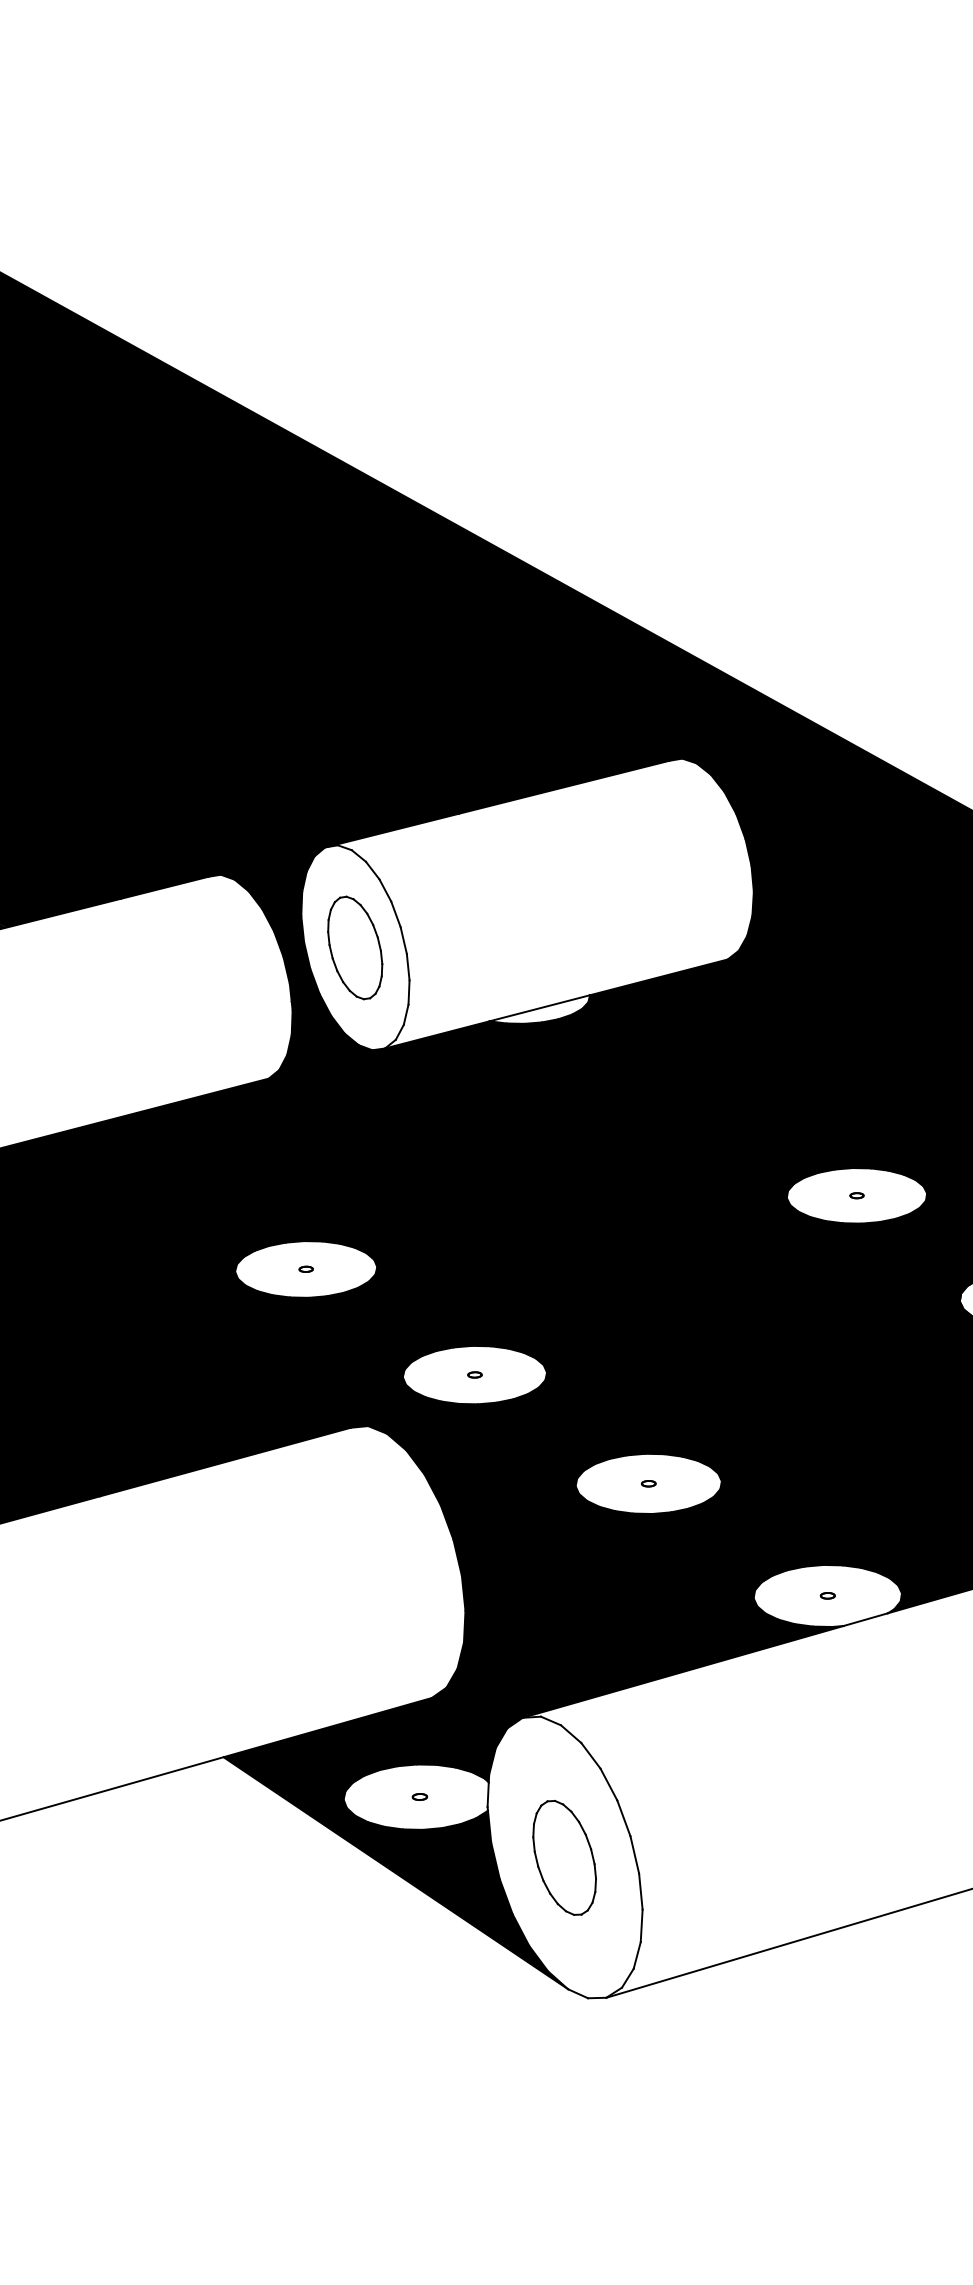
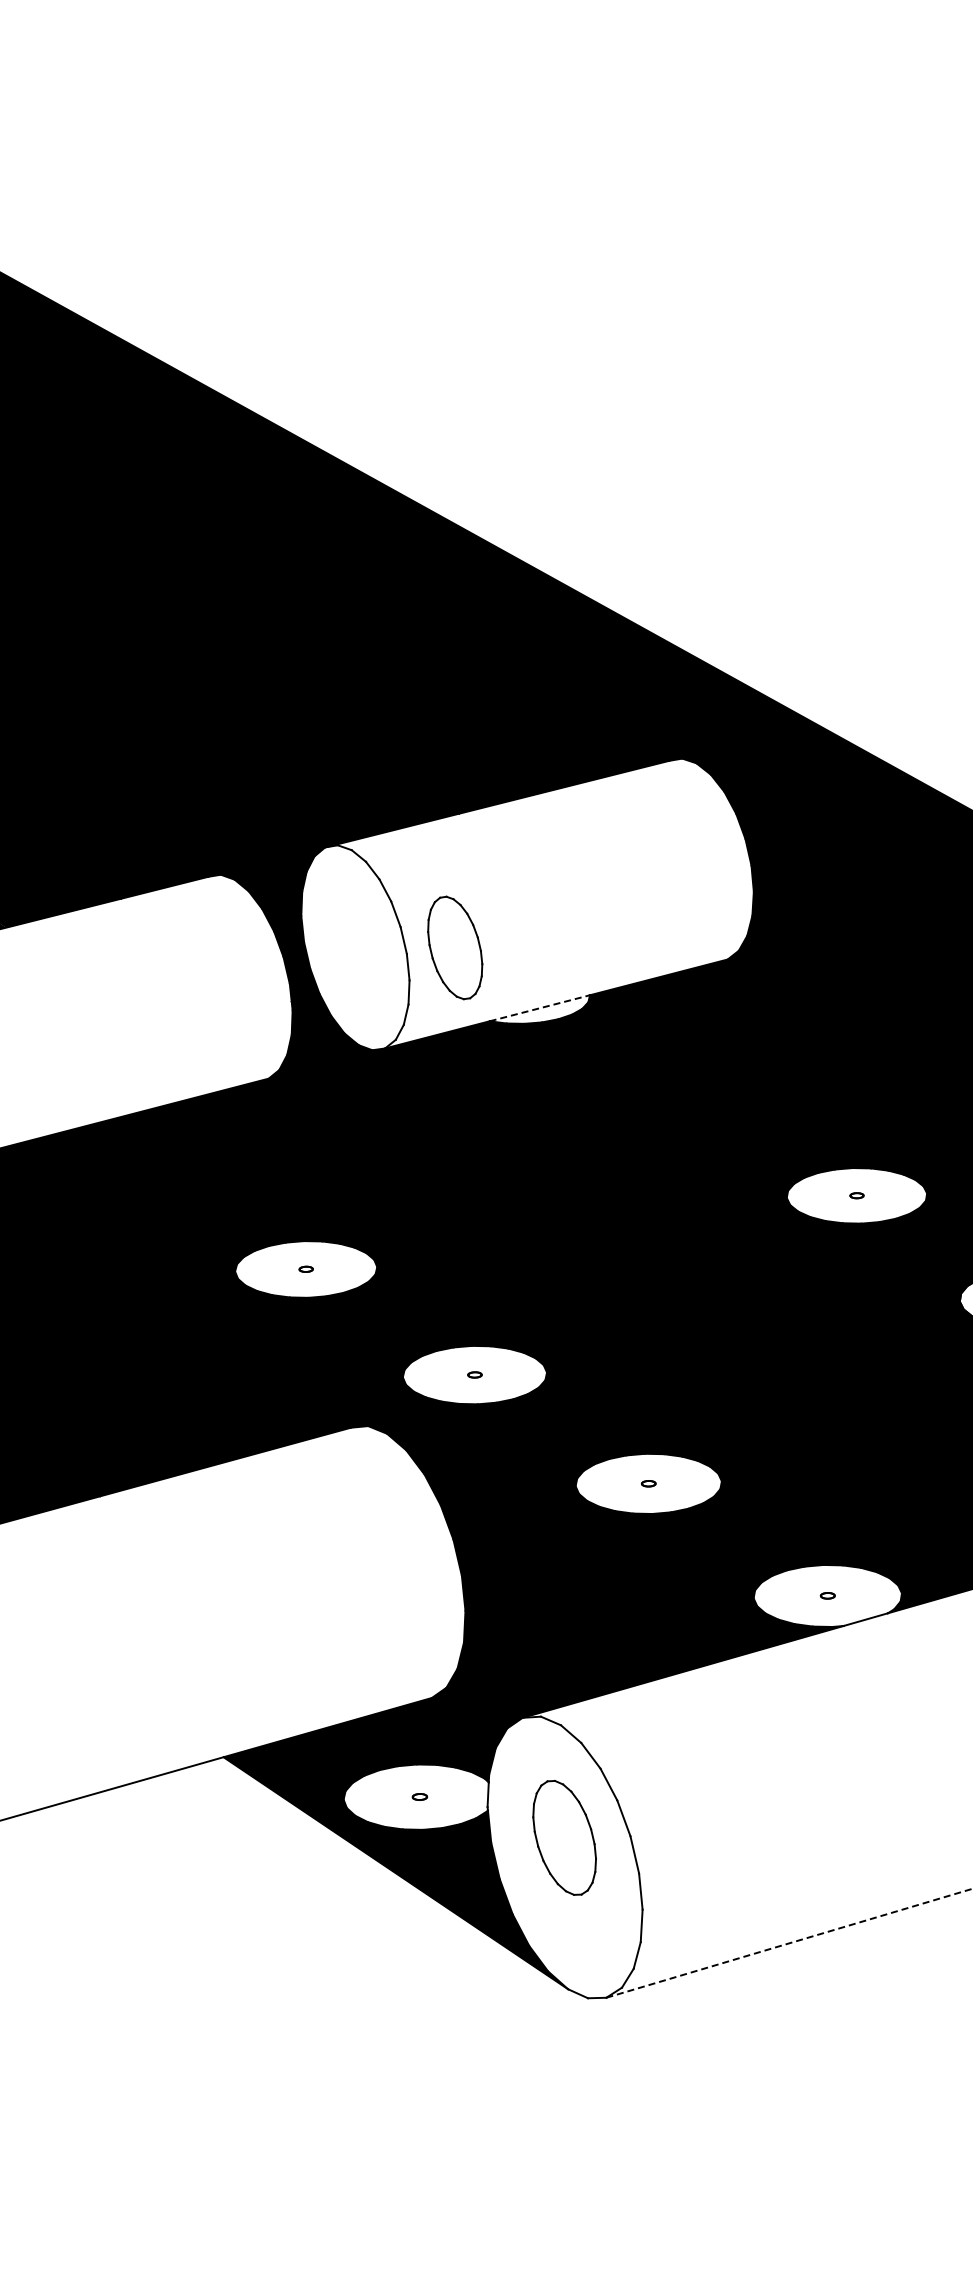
part at (355, 947) position: (355, 947) -> (455, 947)
line at (539, 1008): solid -> dashed
part at (564, 1857) position: (564, 1857) -> (564, 1837)
line at (789, 1943): solid -> dashed
